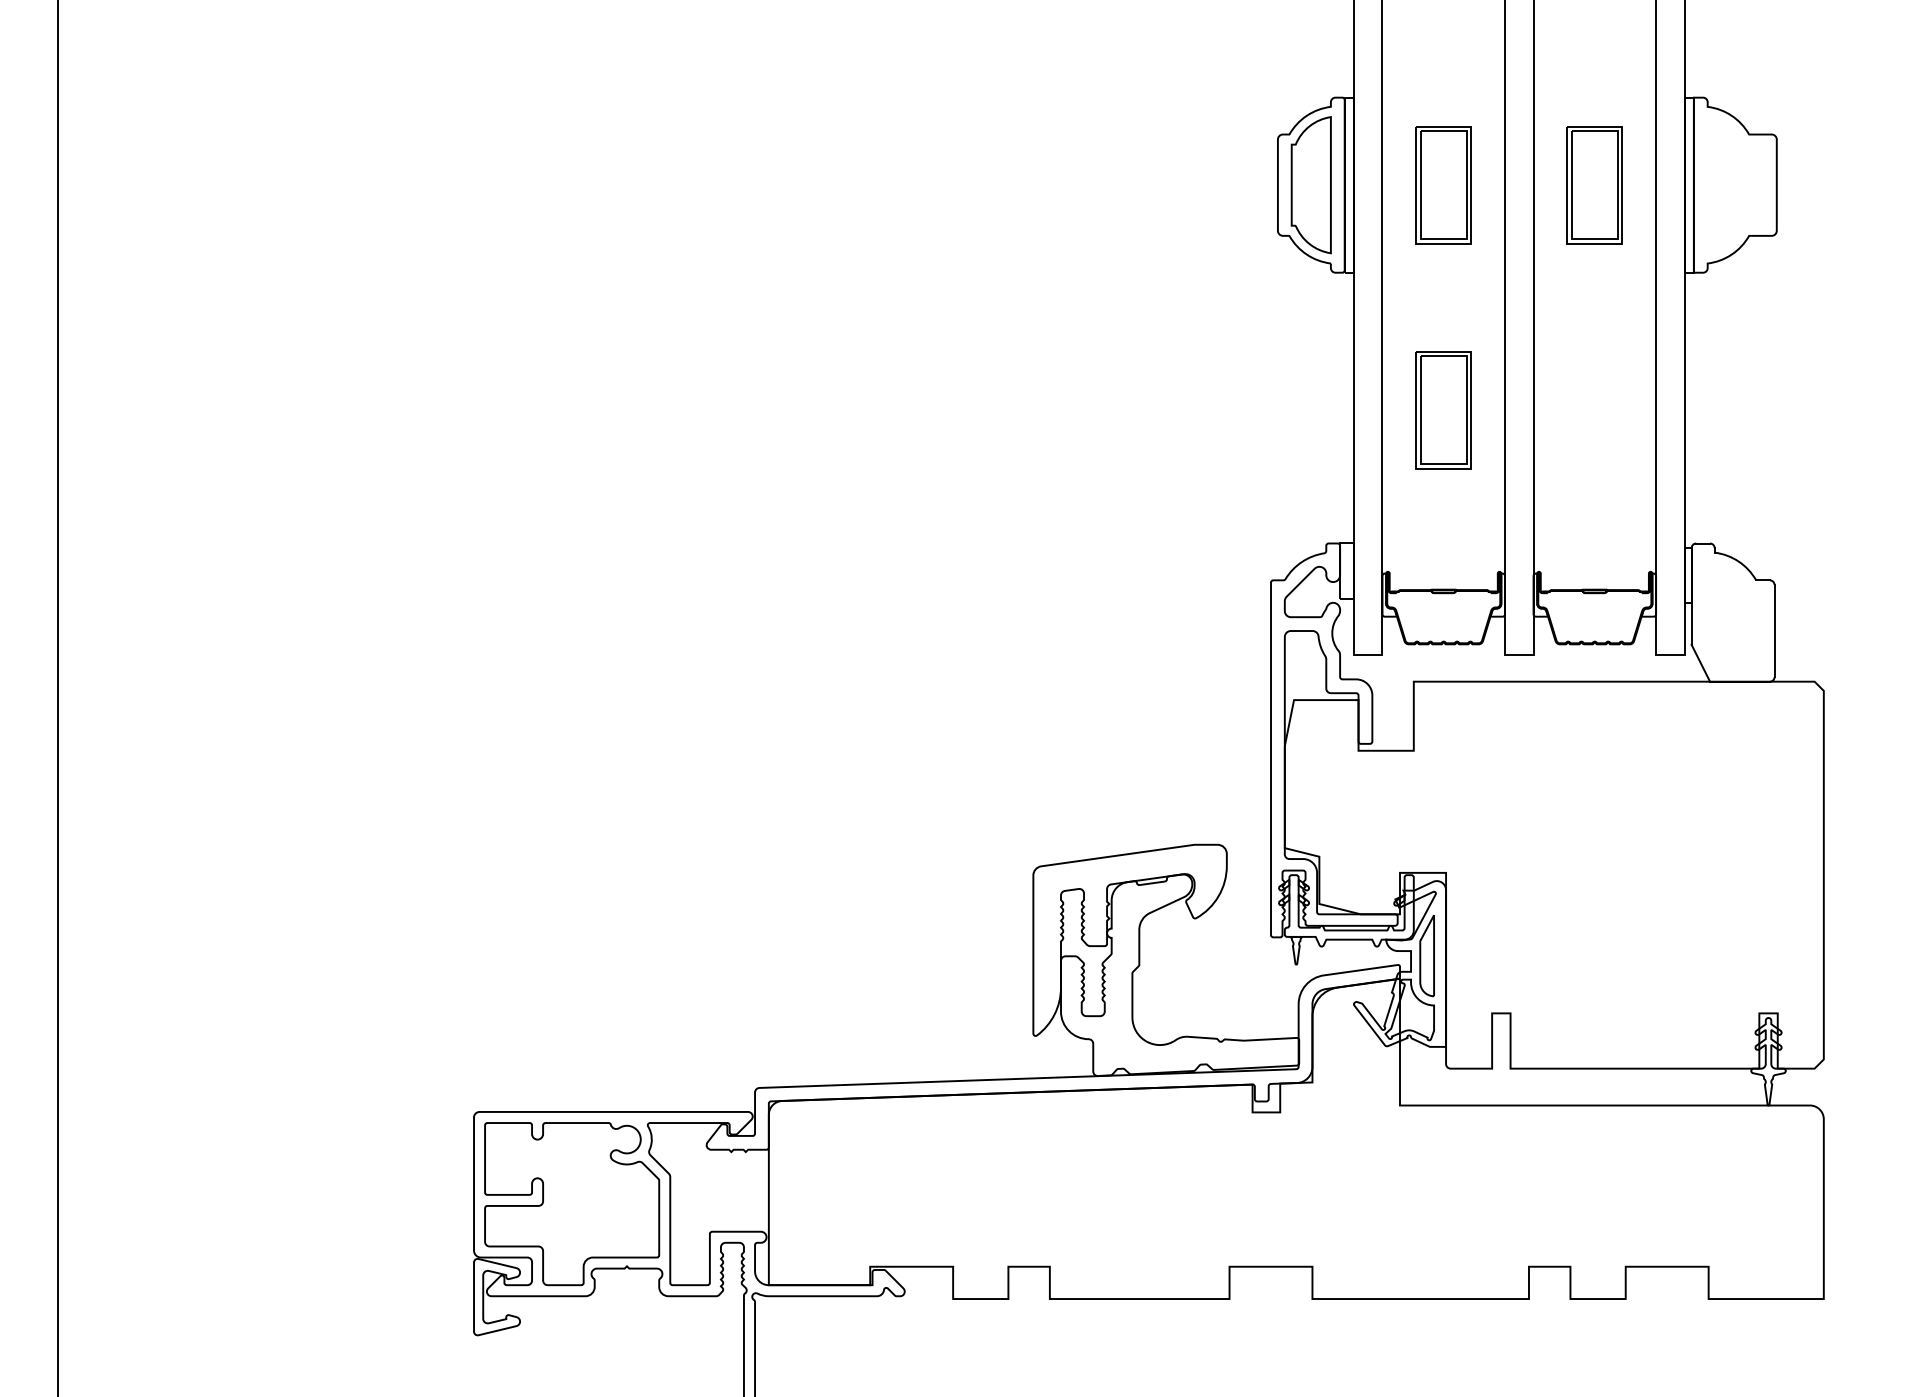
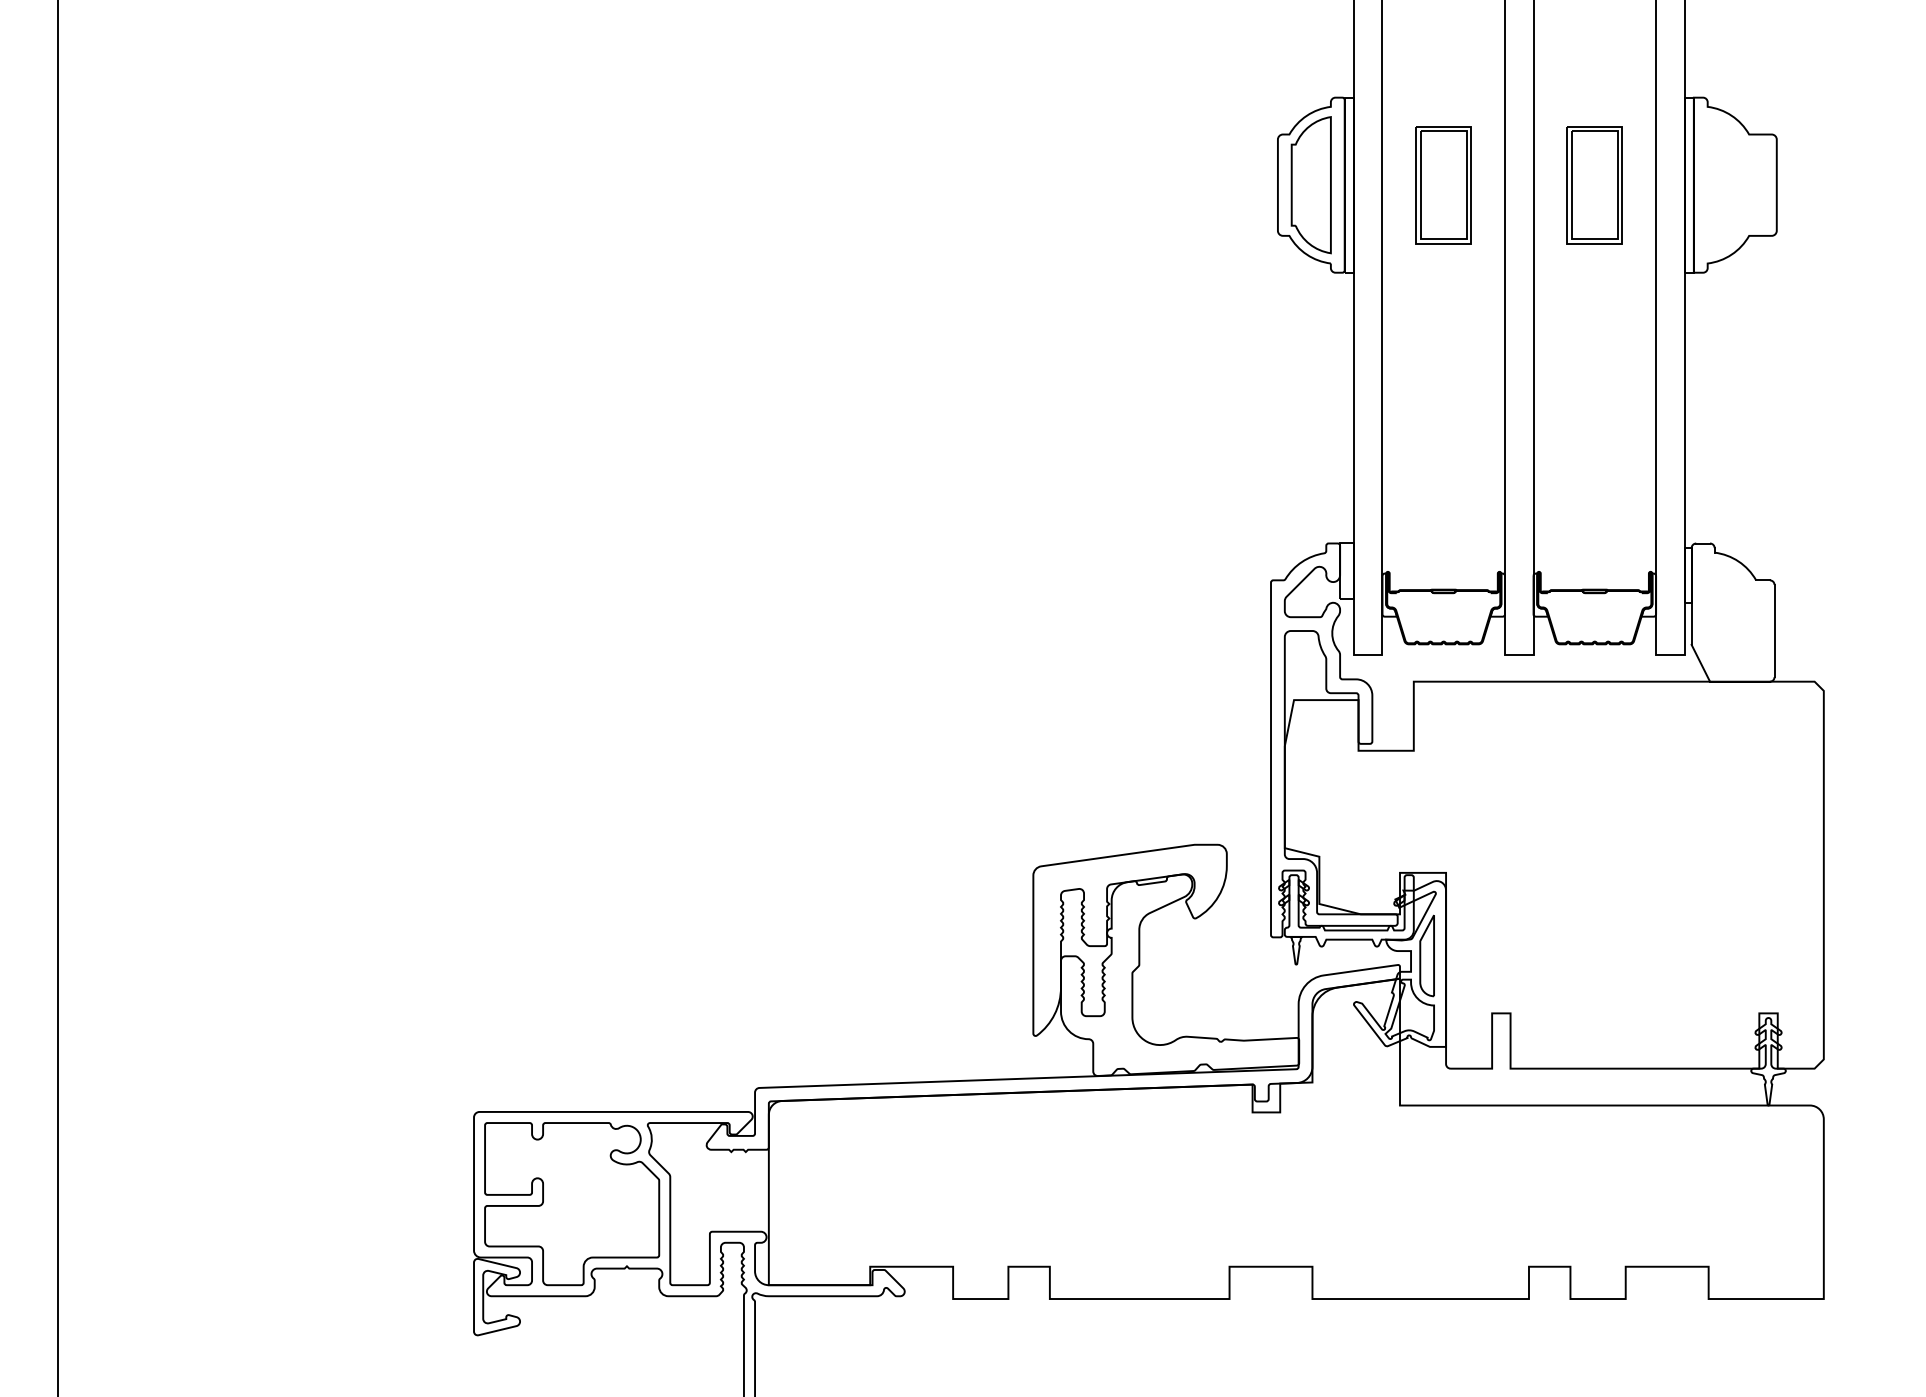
part at (1443, 410): present -> none
